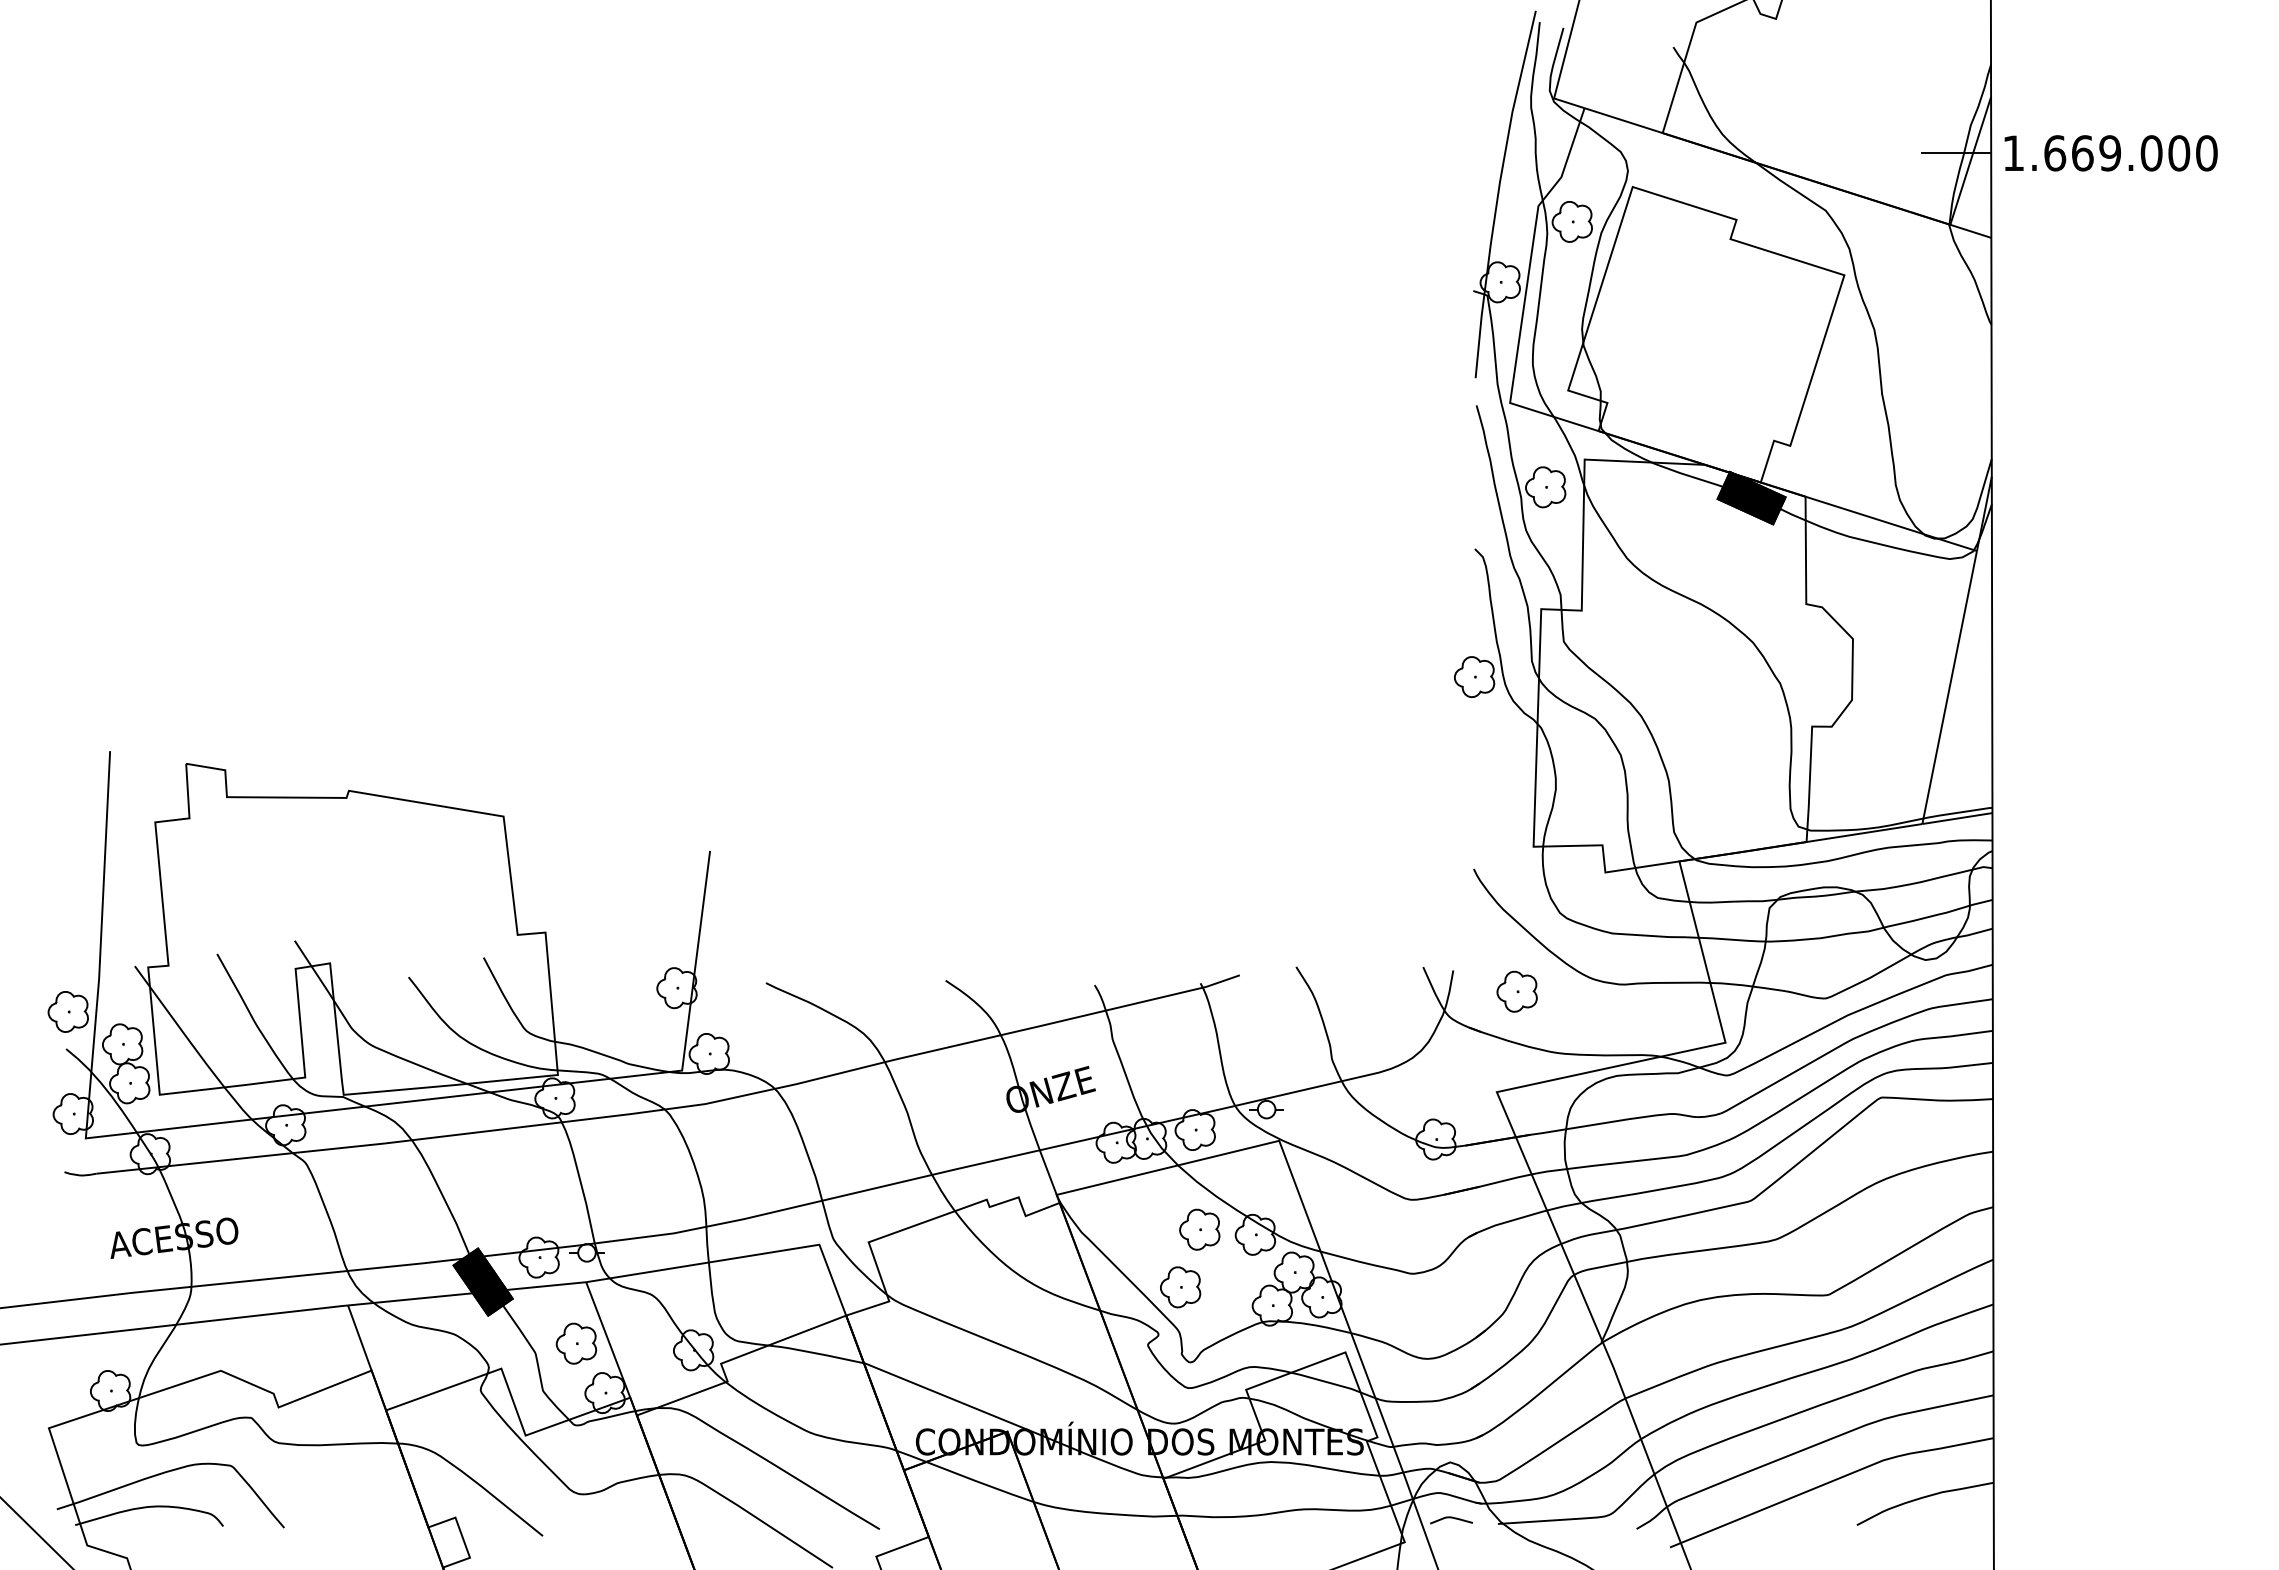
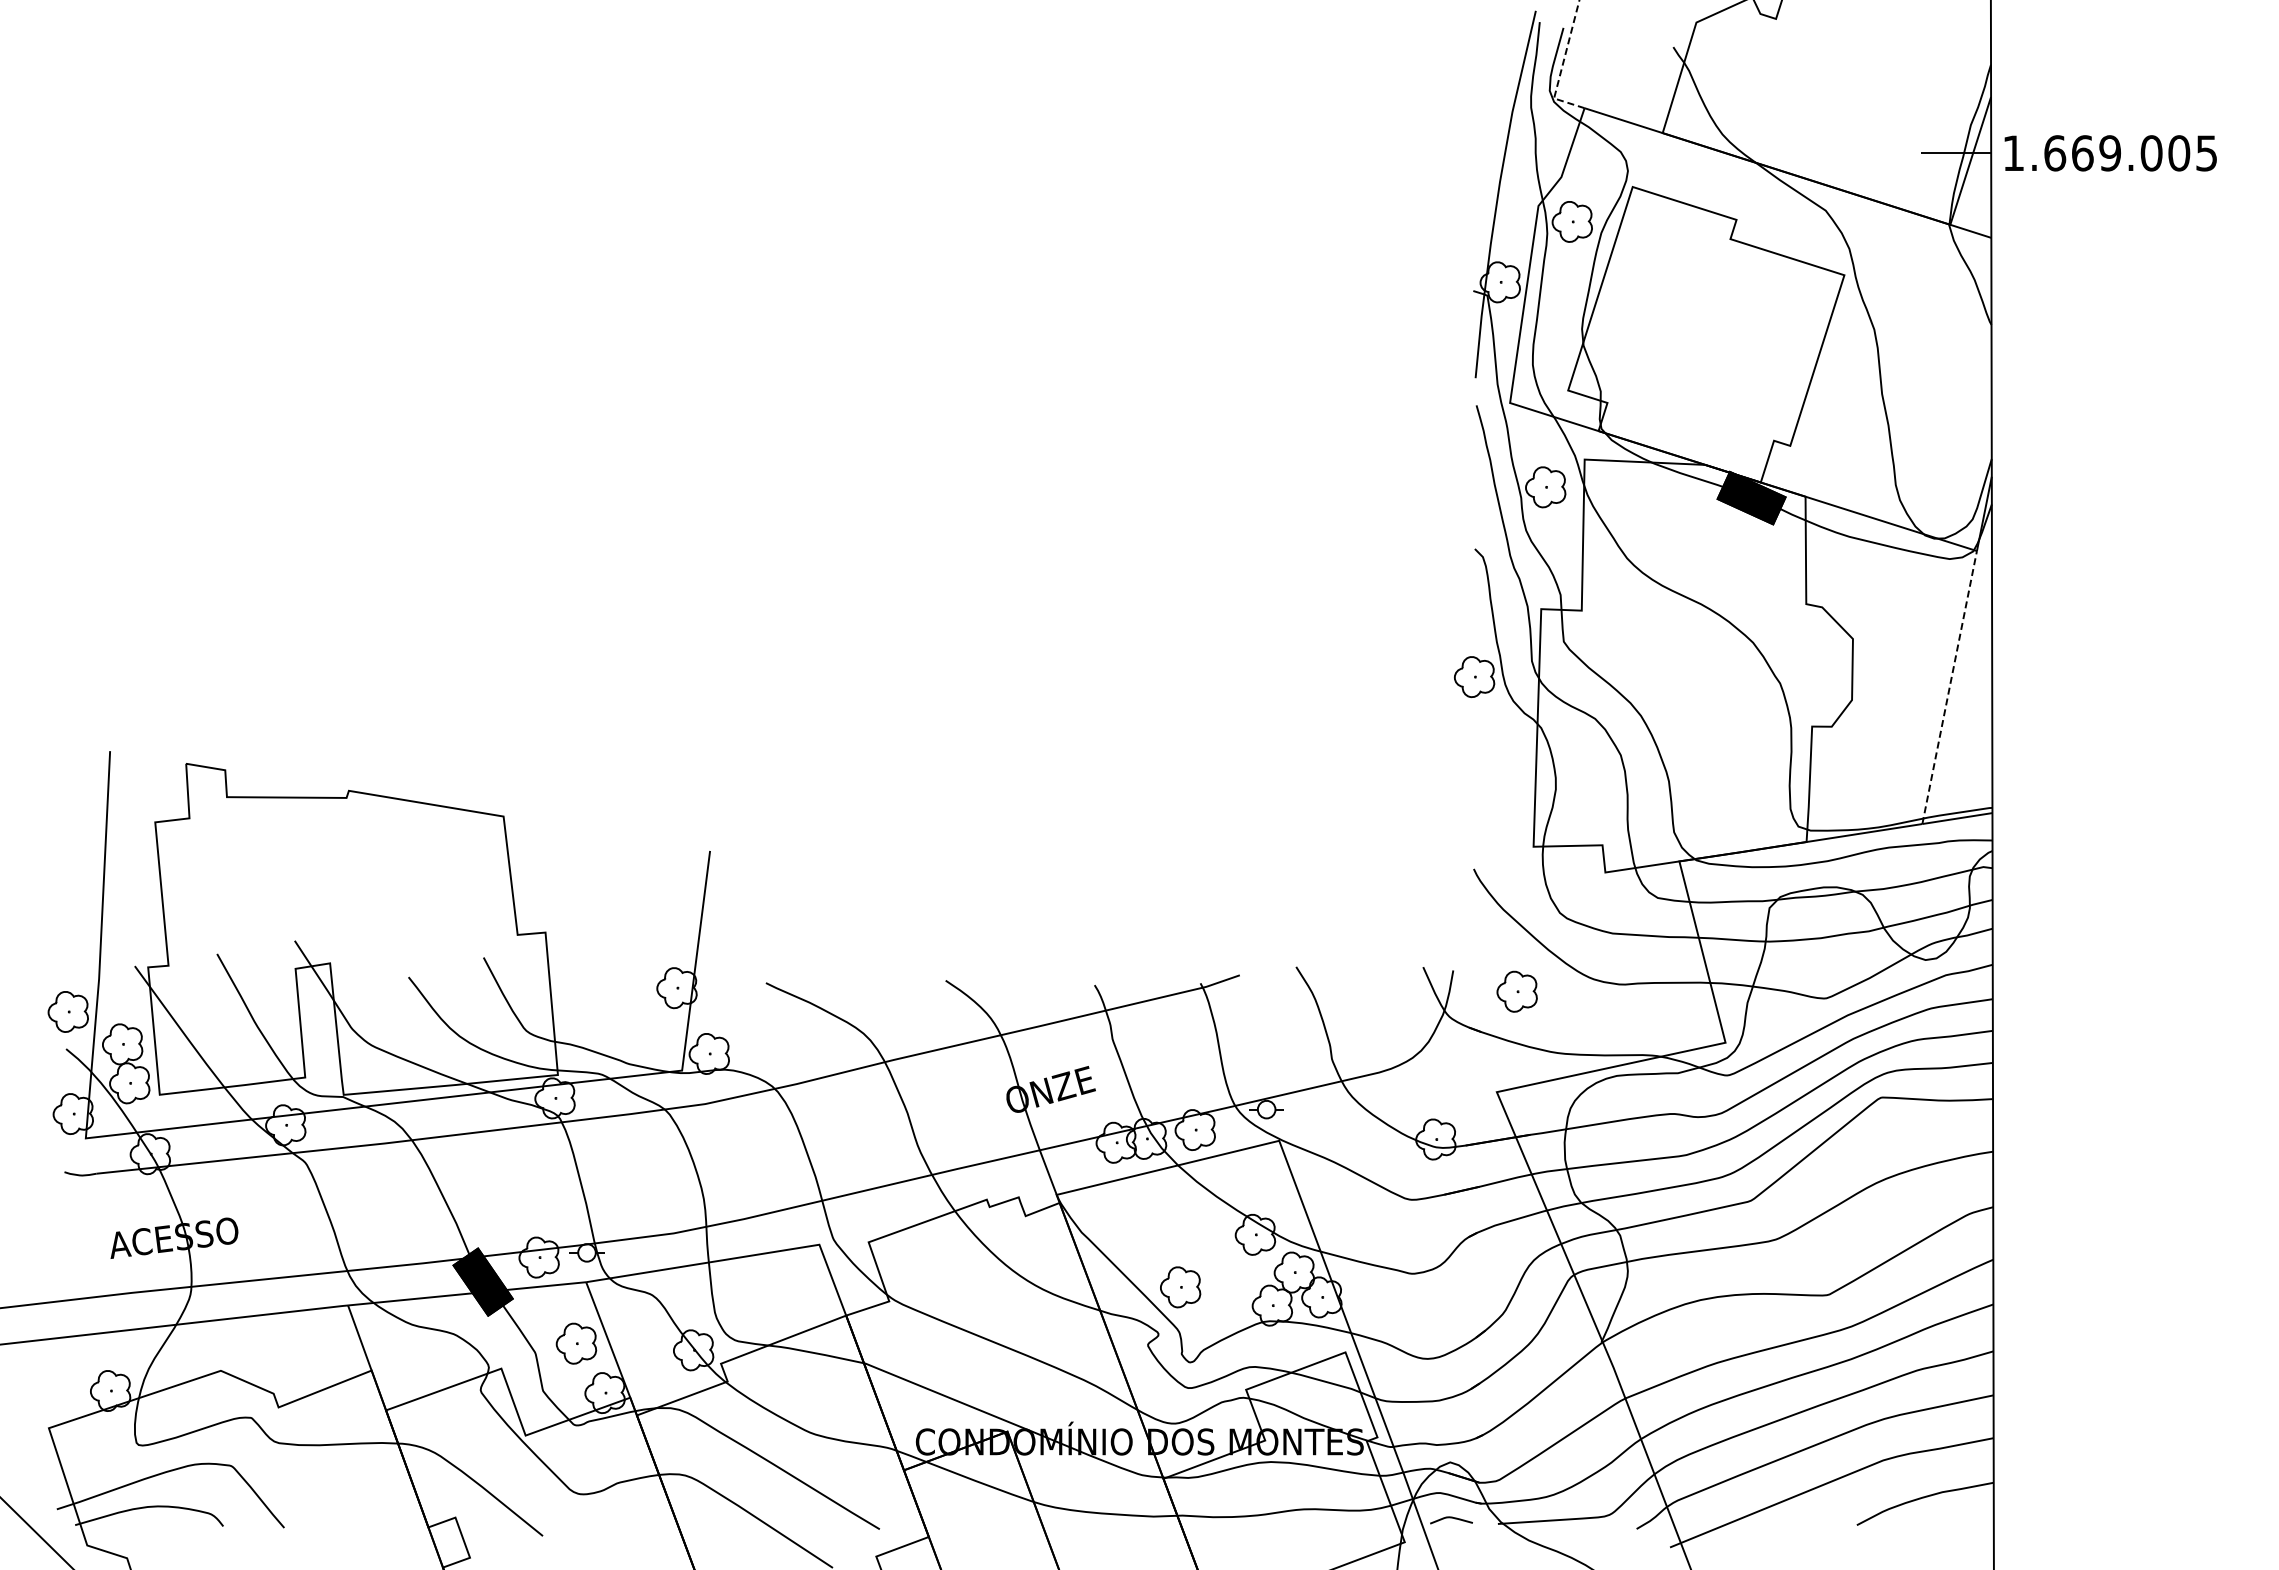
line at (1562, 65): solid -> dashed
text at (2206, 153): 1.669.000 -> 1.669.005
line at (1949, 687): solid -> dashed
part at (1199, 1229): present -> none
